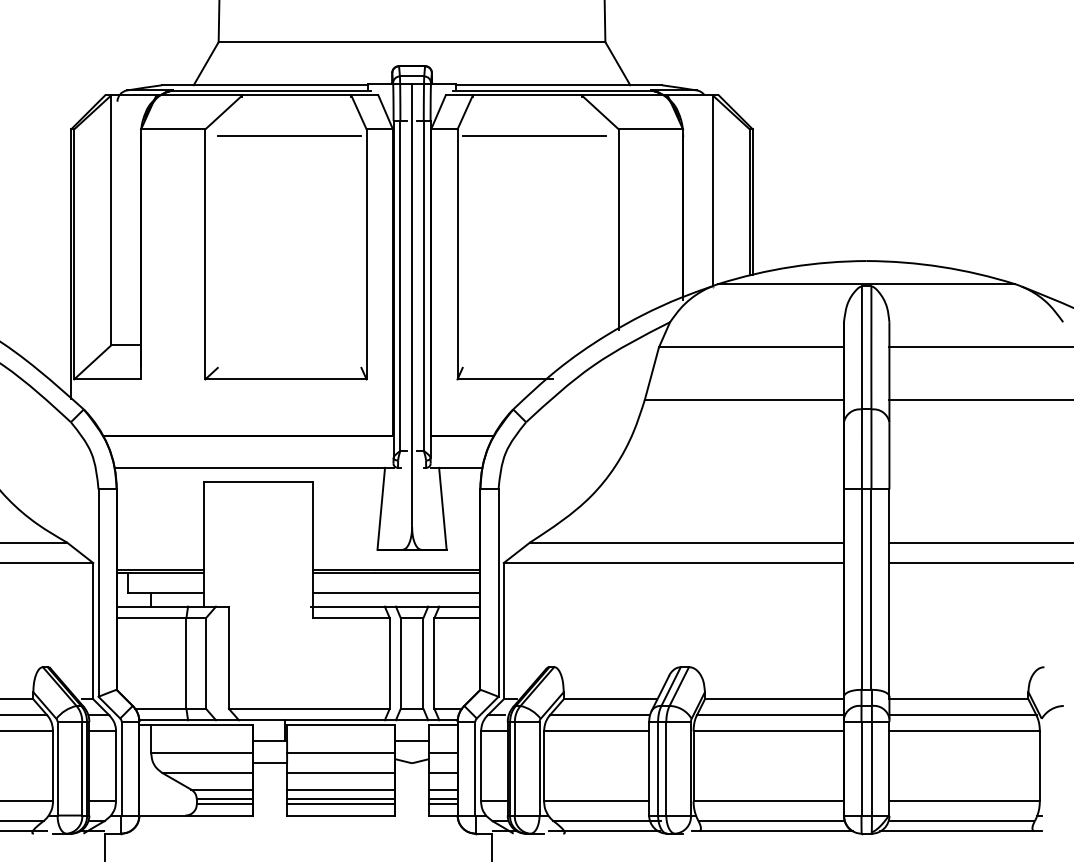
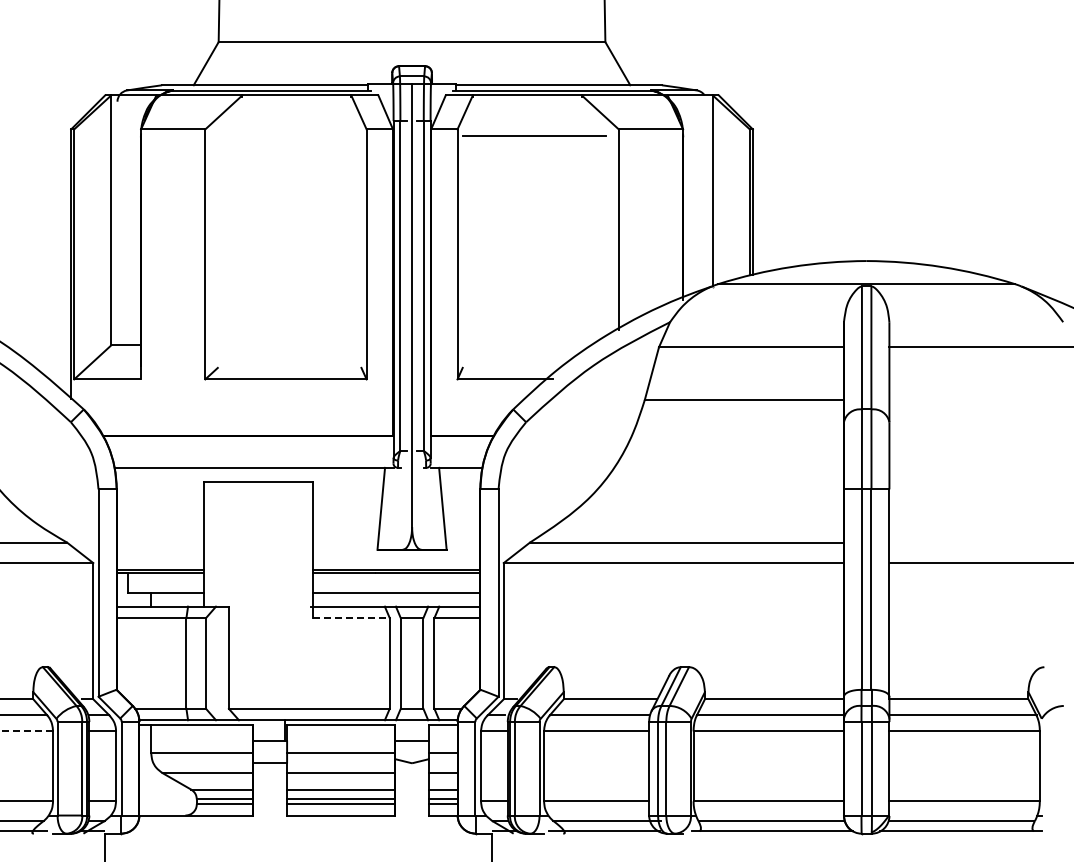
line at (289, 136): present -> none
line at (979, 399): present -> none
line at (979, 542): present -> none
line at (351, 618): solid -> dashed
line at (26, 731): solid -> dashed
